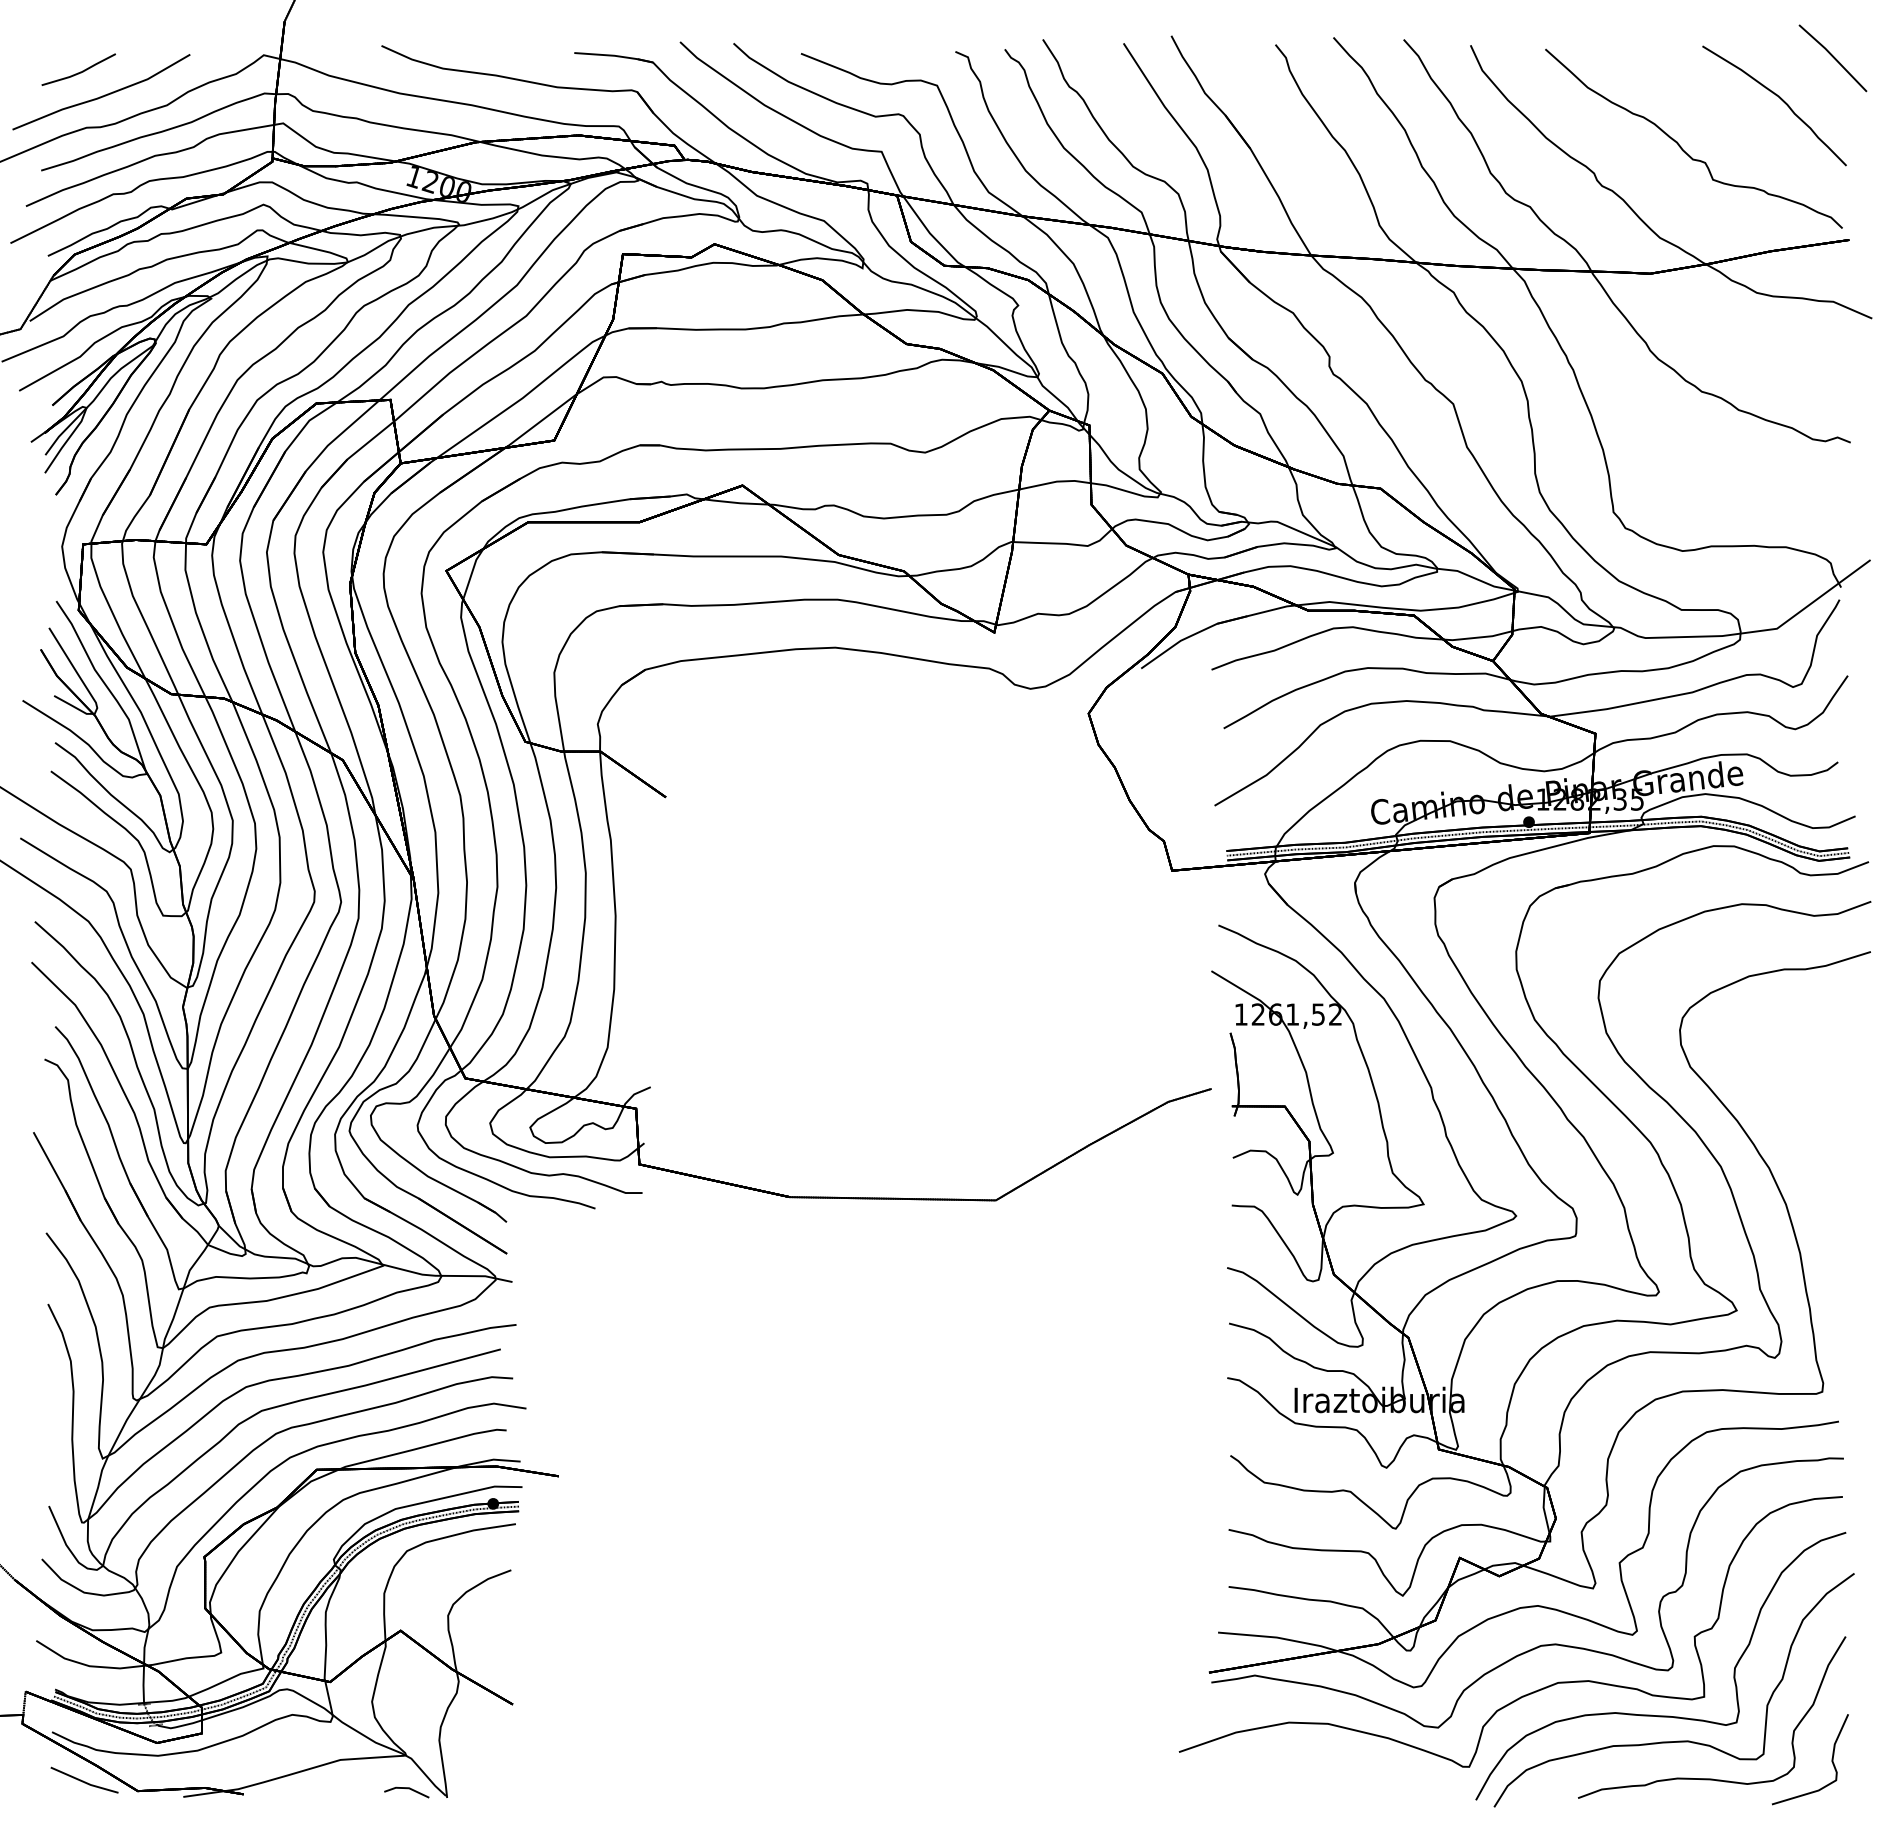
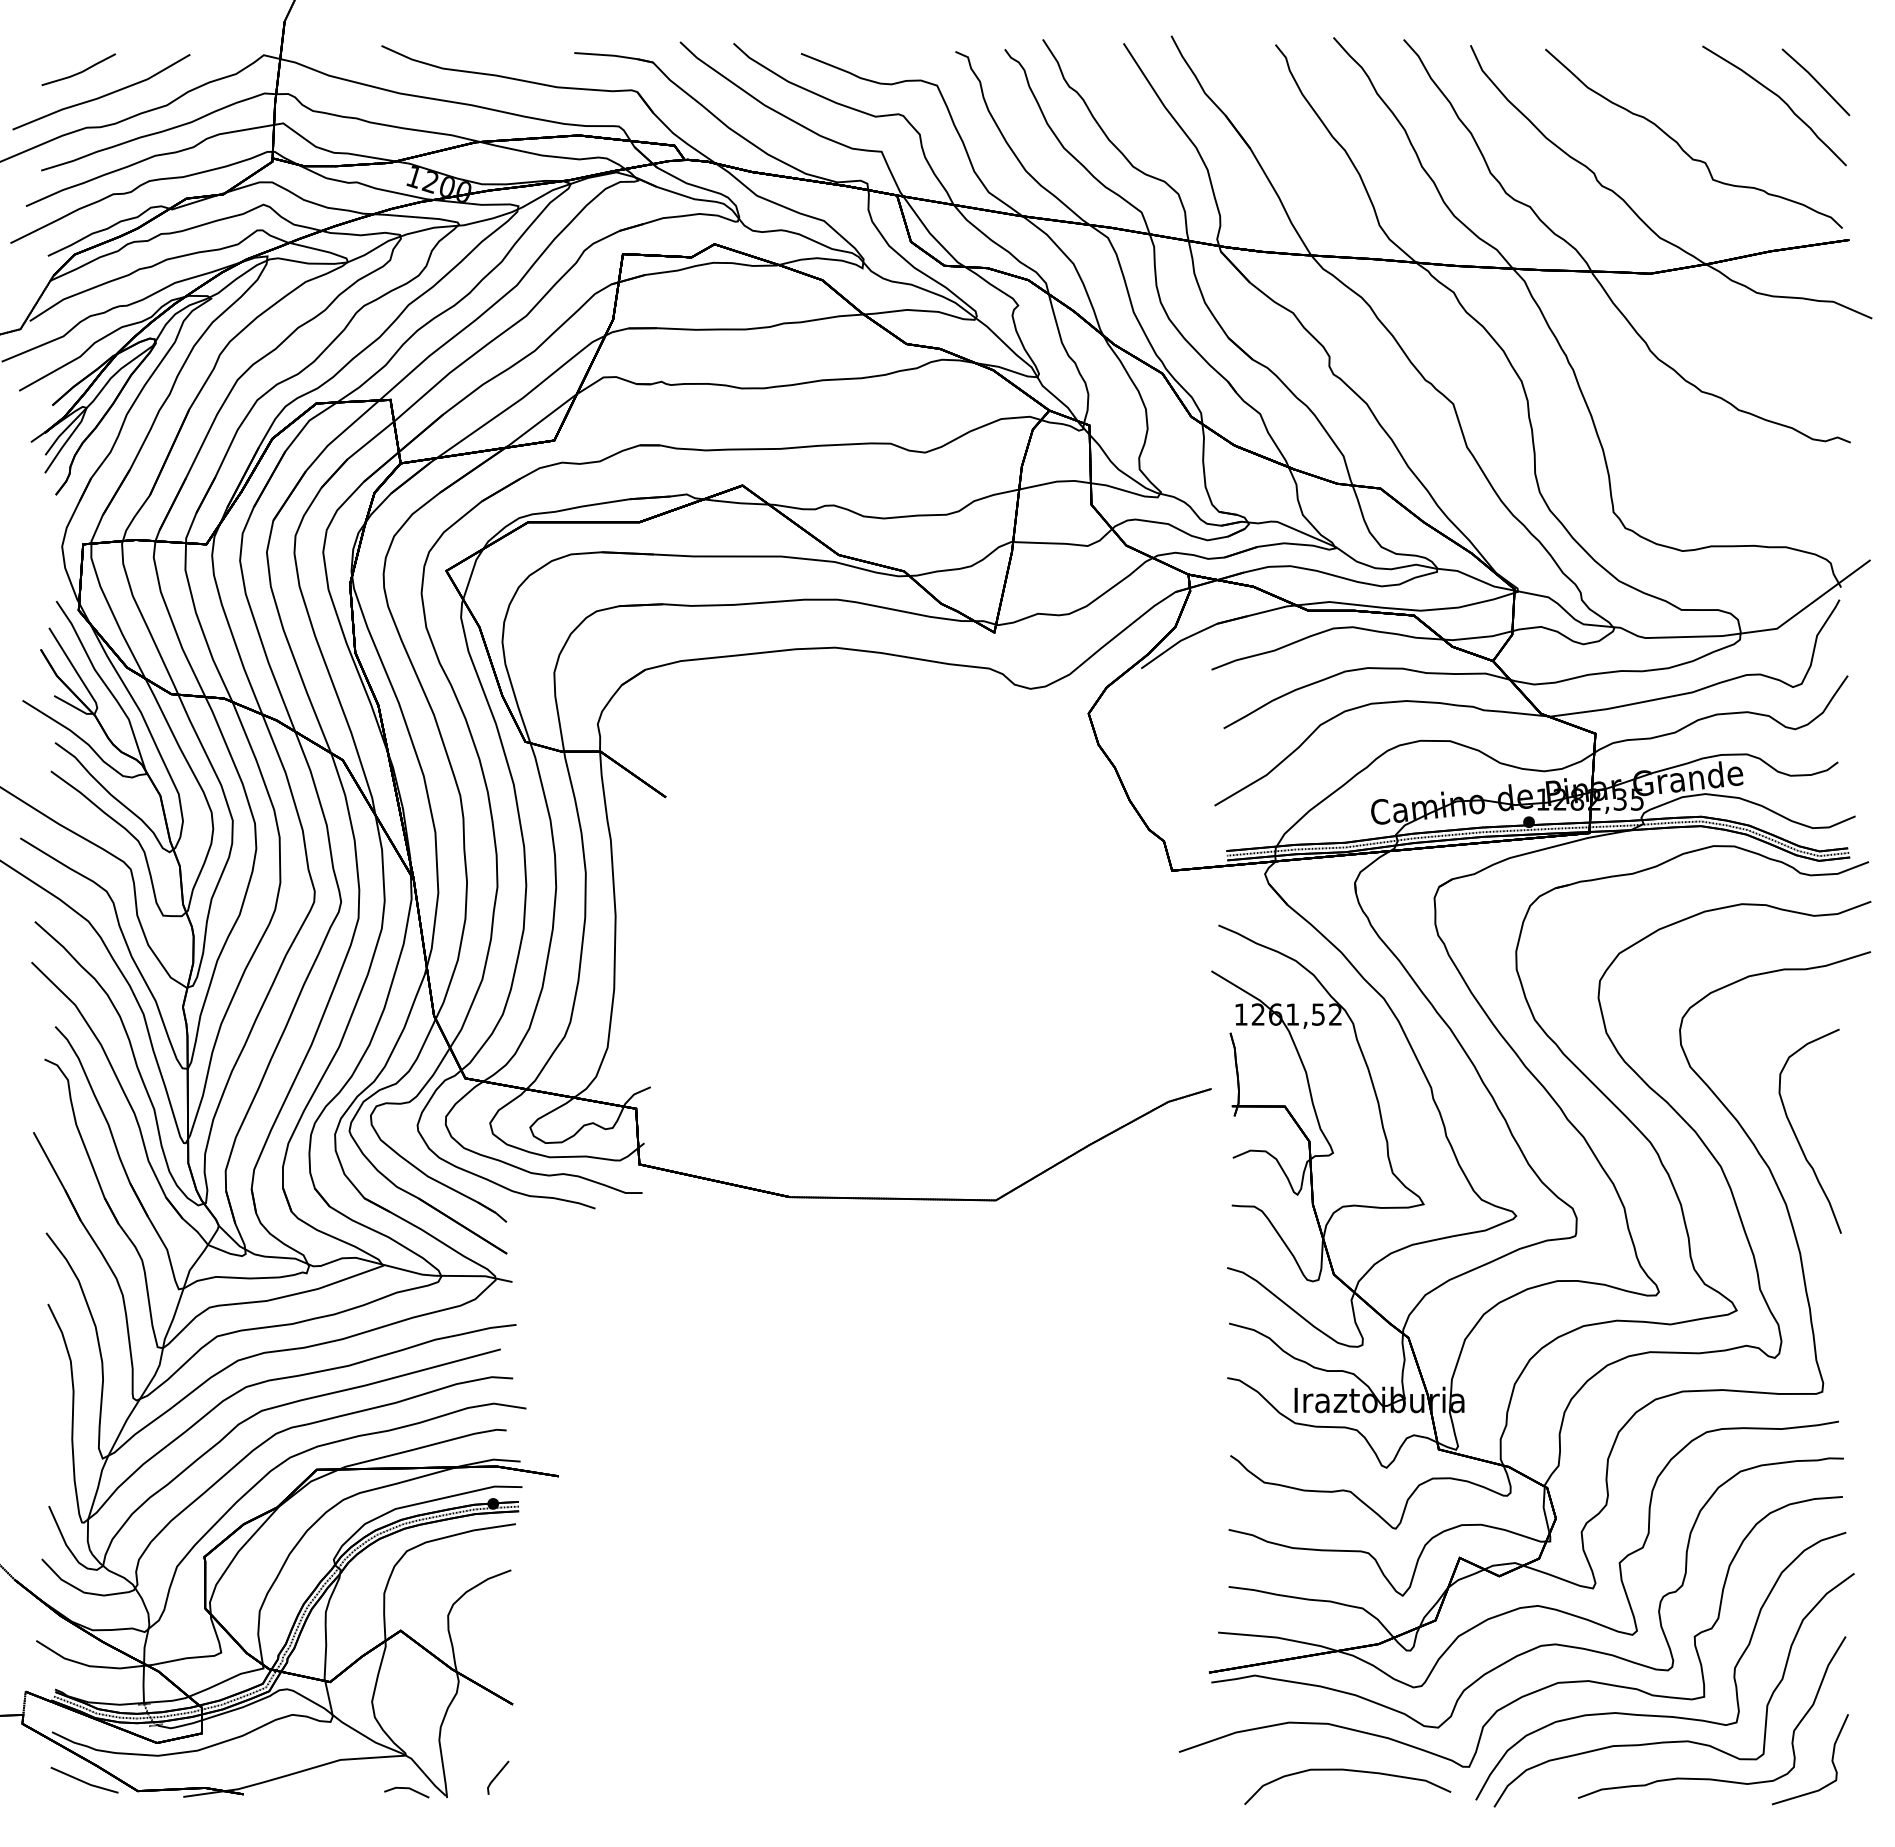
line at (1832, 57) position: (1832, 57) -> (1815, 81)
curve at (1797, 1137): none -> present
curve at (1348, 1771): none -> present
part at (498, 1777): none -> present
